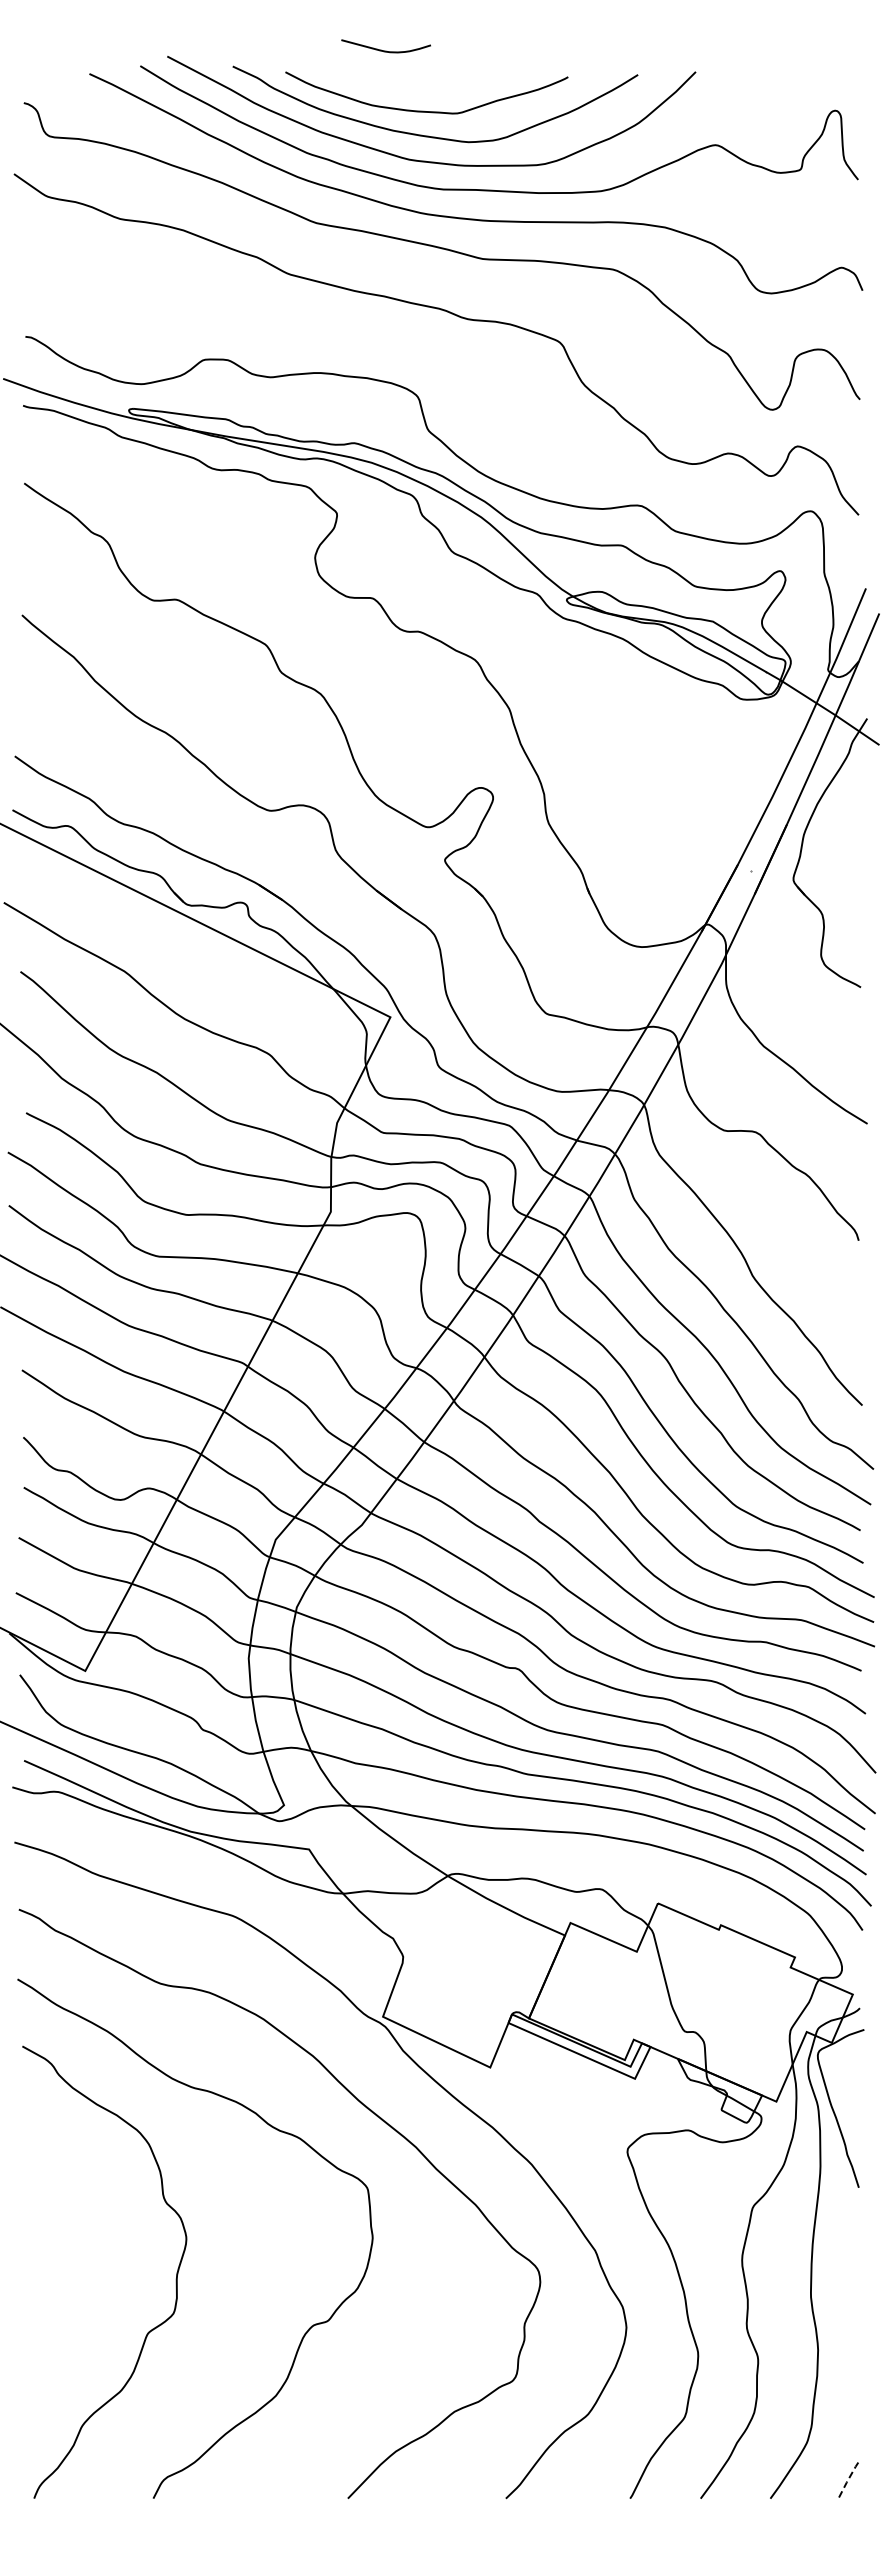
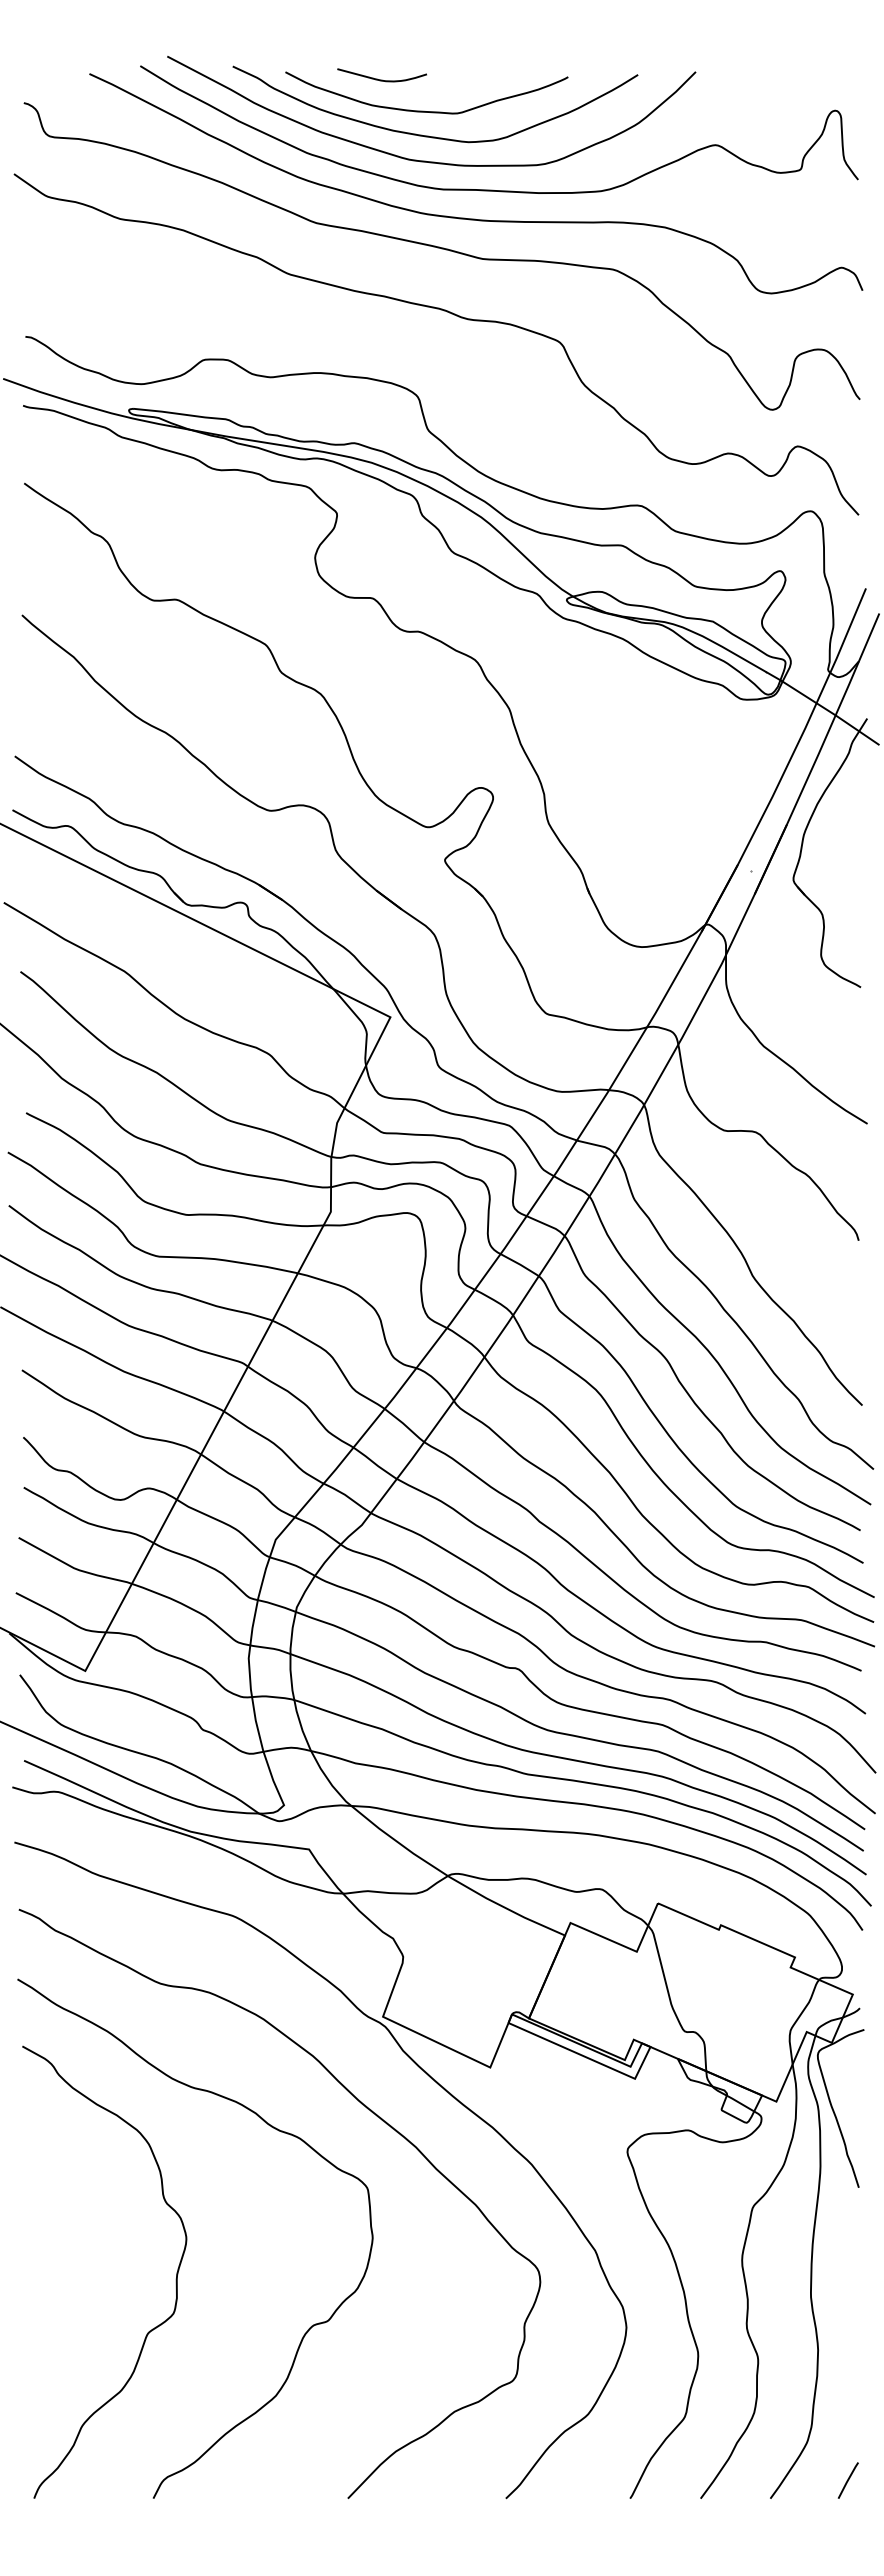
curve at (385, 50) position: (385, 50) -> (381, 79)
line at (847, 2480): dashed -> solid
